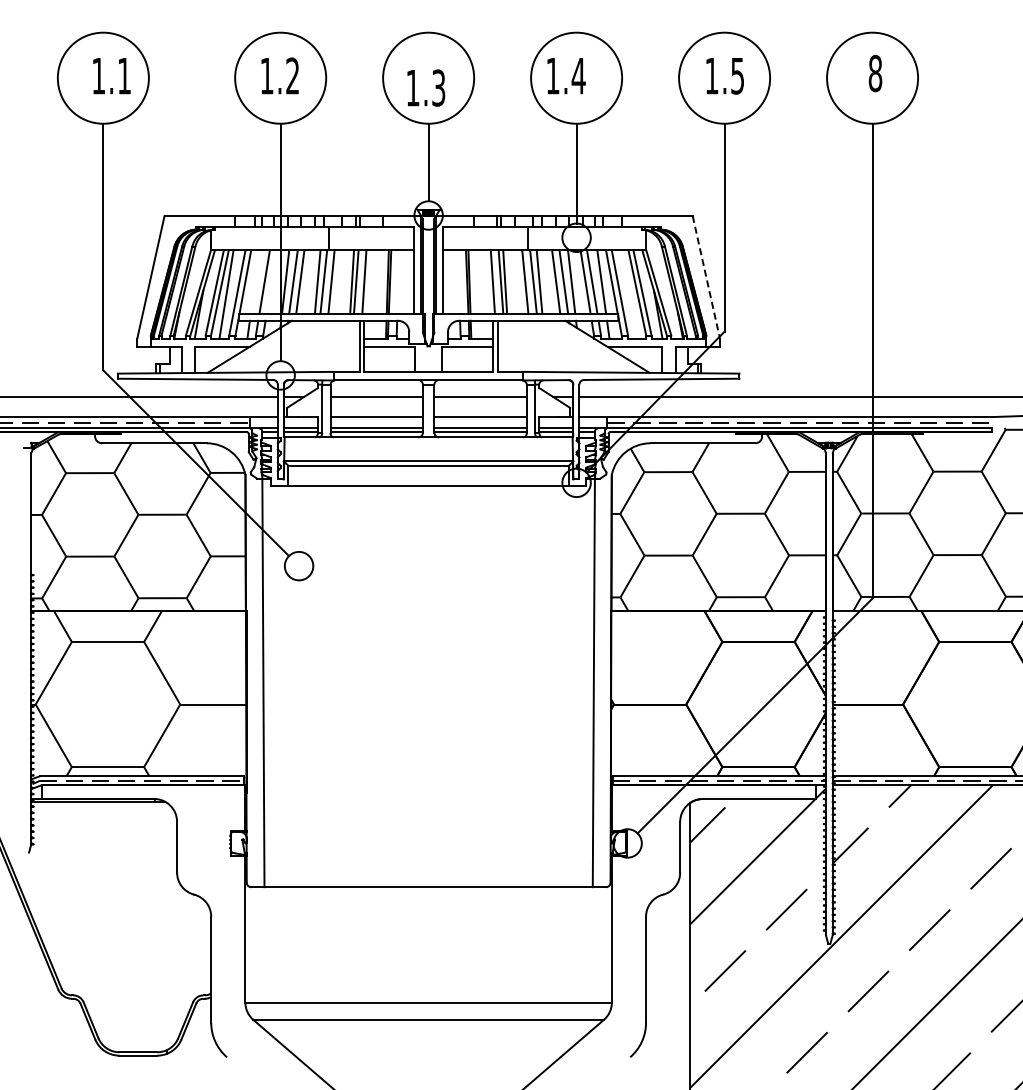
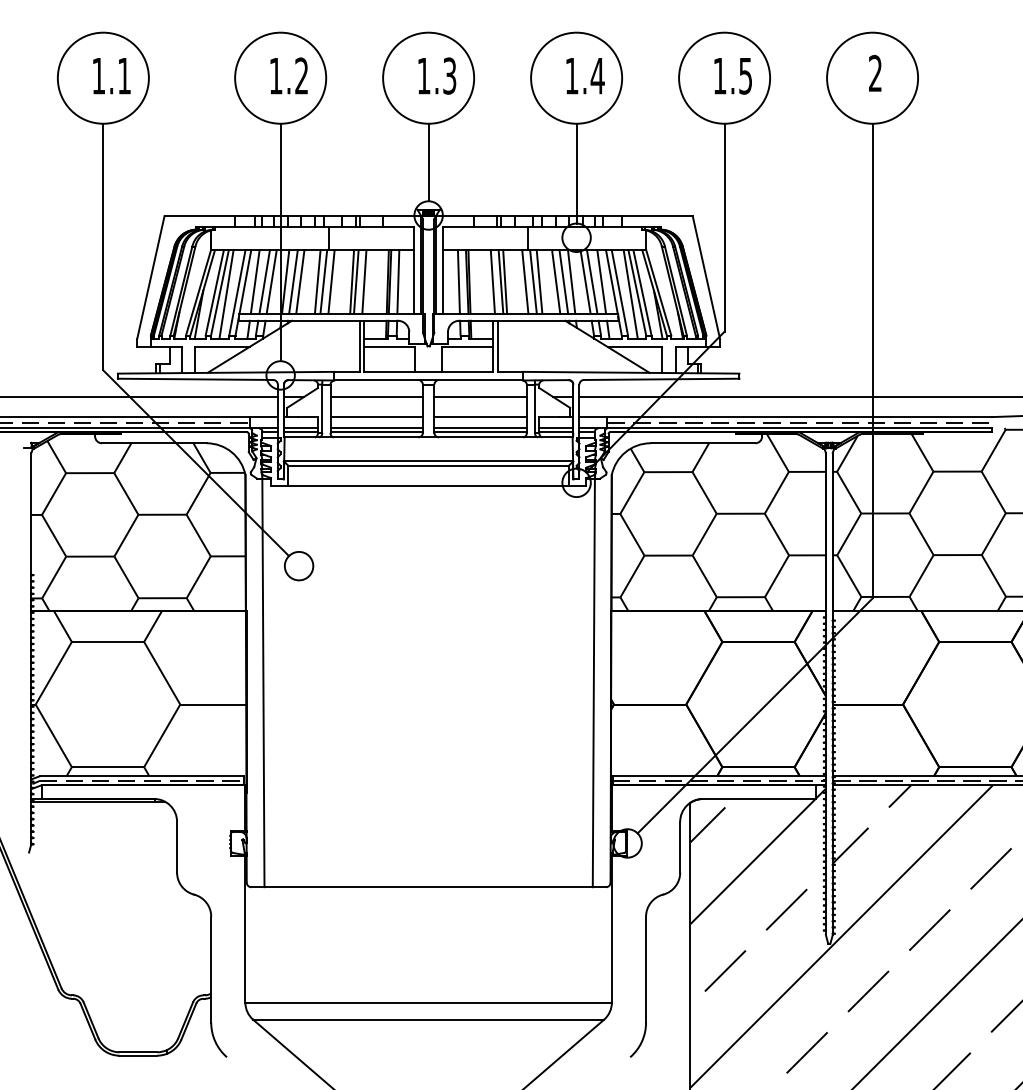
text at (875, 73): 8 -> 2
text at (279, 75) position: (279, 75) -> (288, 75)
text at (566, 76) position: (566, 76) -> (585, 76)
text at (724, 76) position: (724, 76) -> (732, 76)
text at (426, 87) position: (426, 87) -> (437, 75)
line at (706, 277): dashed -> solid
line at (254, 281): none -> present
line at (271, 281): none -> present
line at (398, 281): none -> present
line at (458, 281): none -> present
line at (630, 294): none -> present
